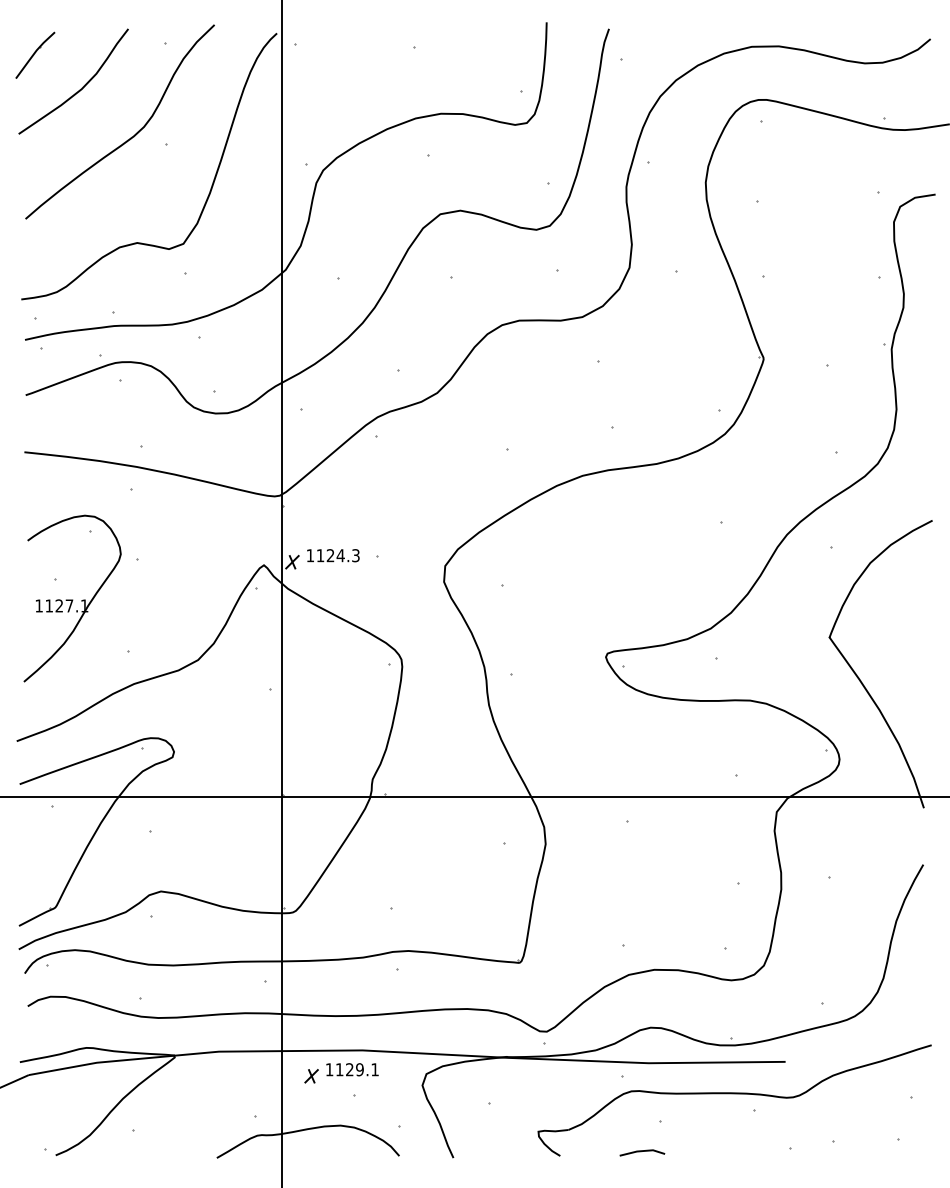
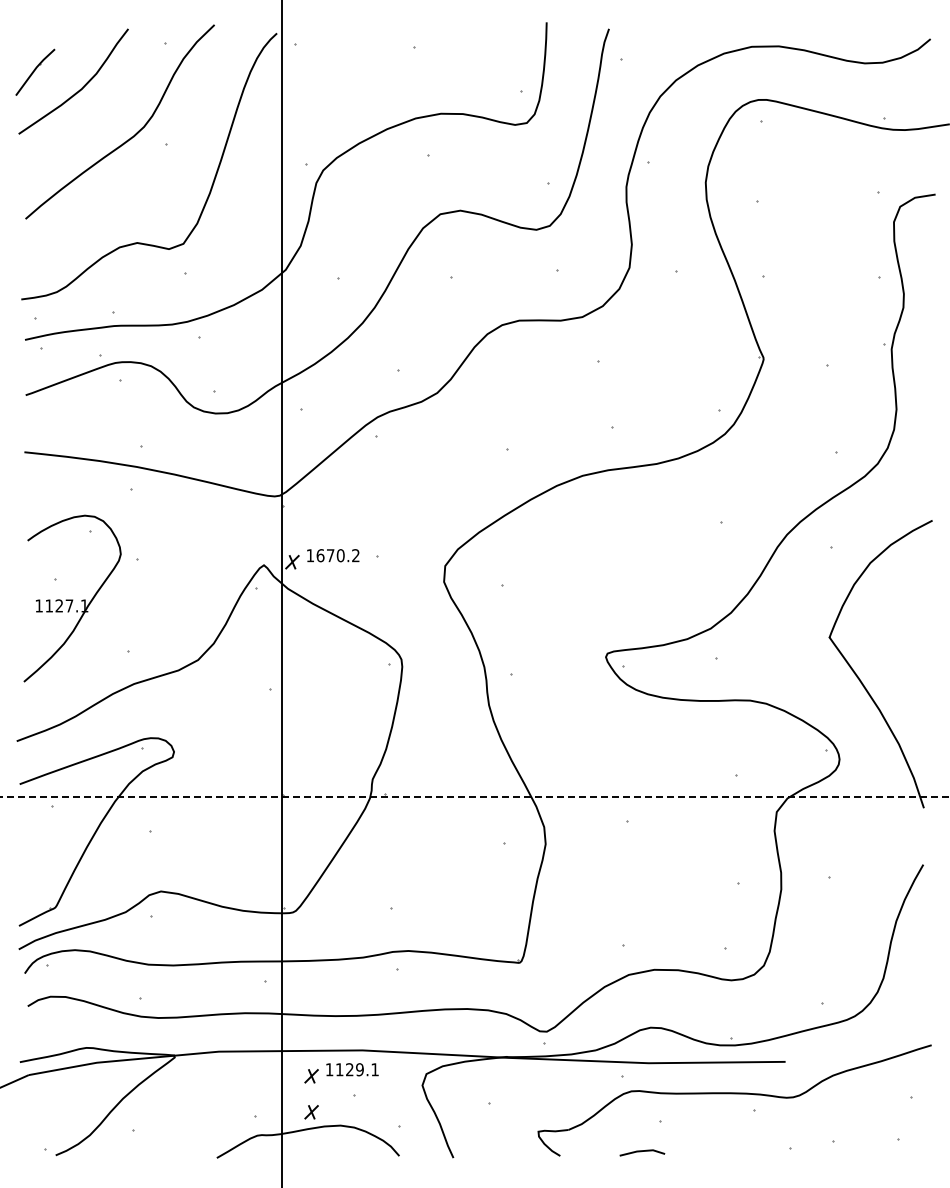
part at (35, 54) position: (35, 54) -> (35, 71)
text at (337, 555): 1124.3 -> 1670.2
line at (474, 797): solid -> dashed
part at (311, 1112): none -> present
